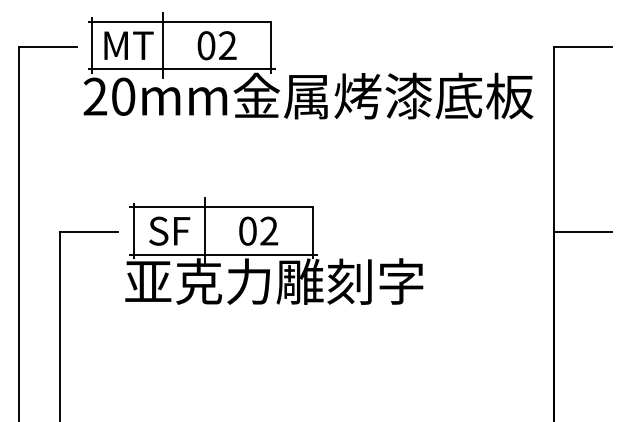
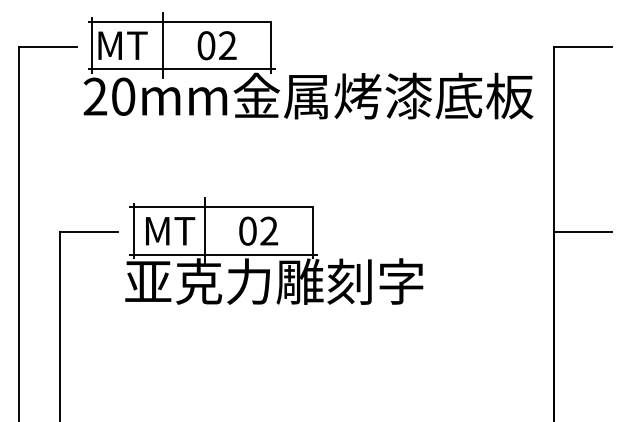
text at (128, 45) position: (128, 45) -> (122, 45)
text at (170, 230): SF -> MT
